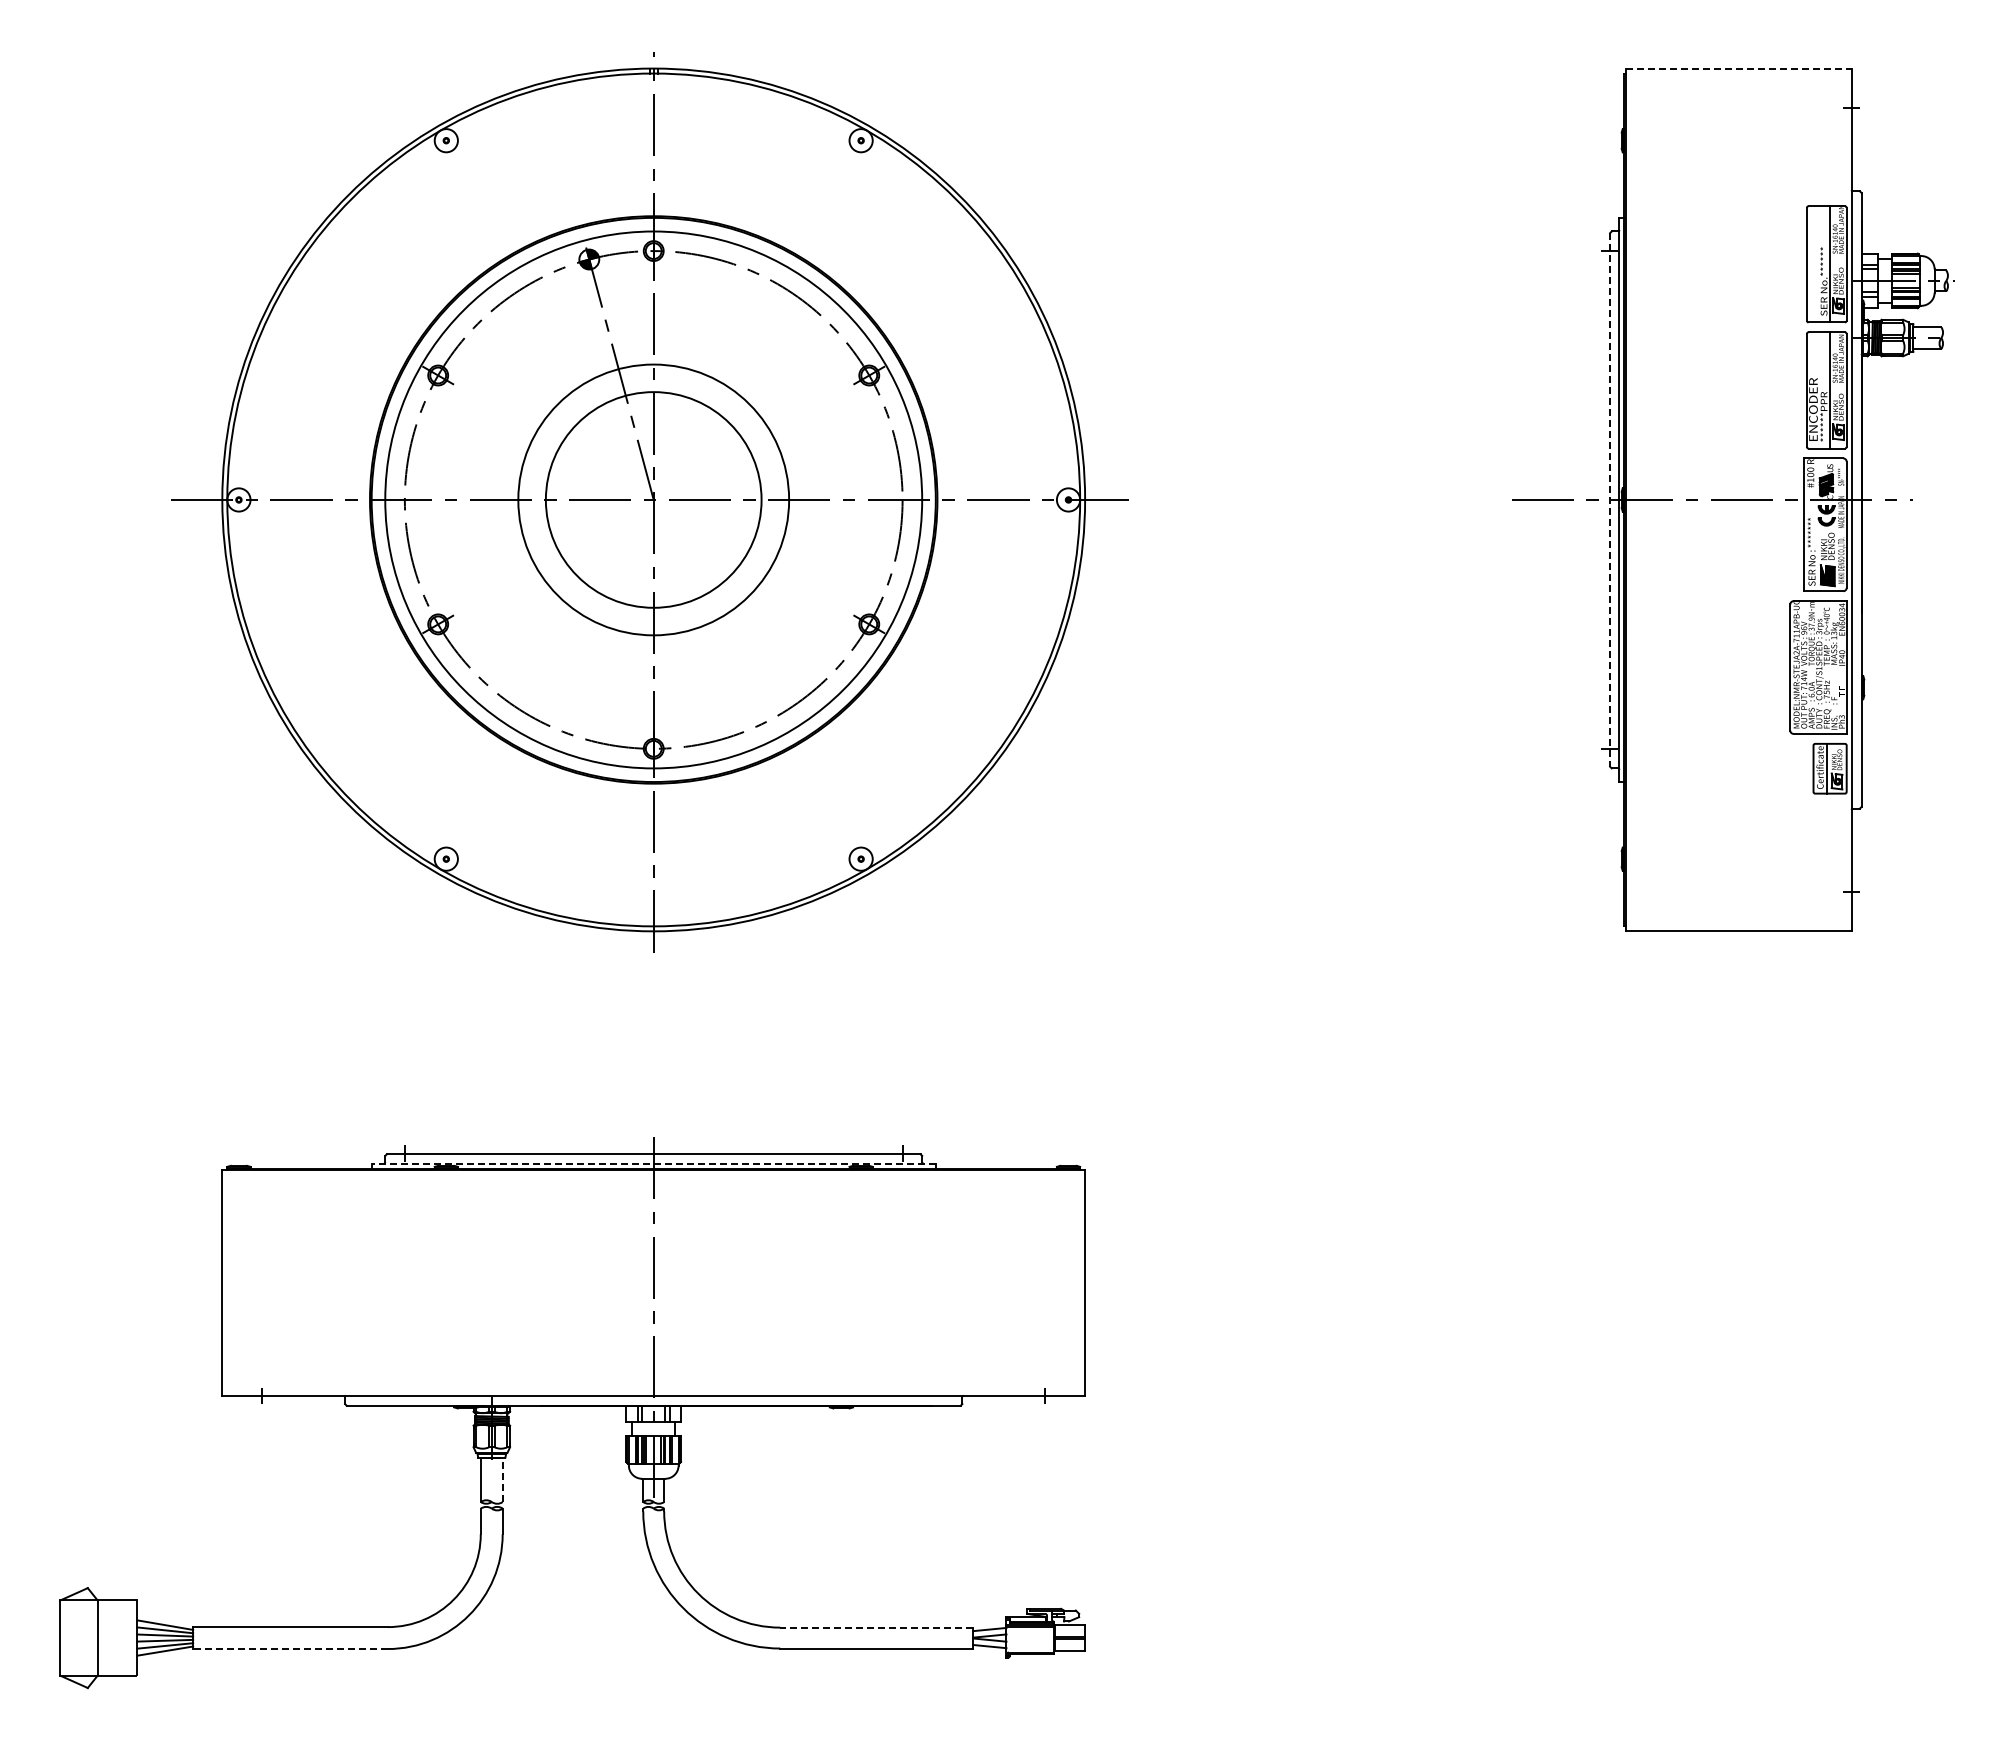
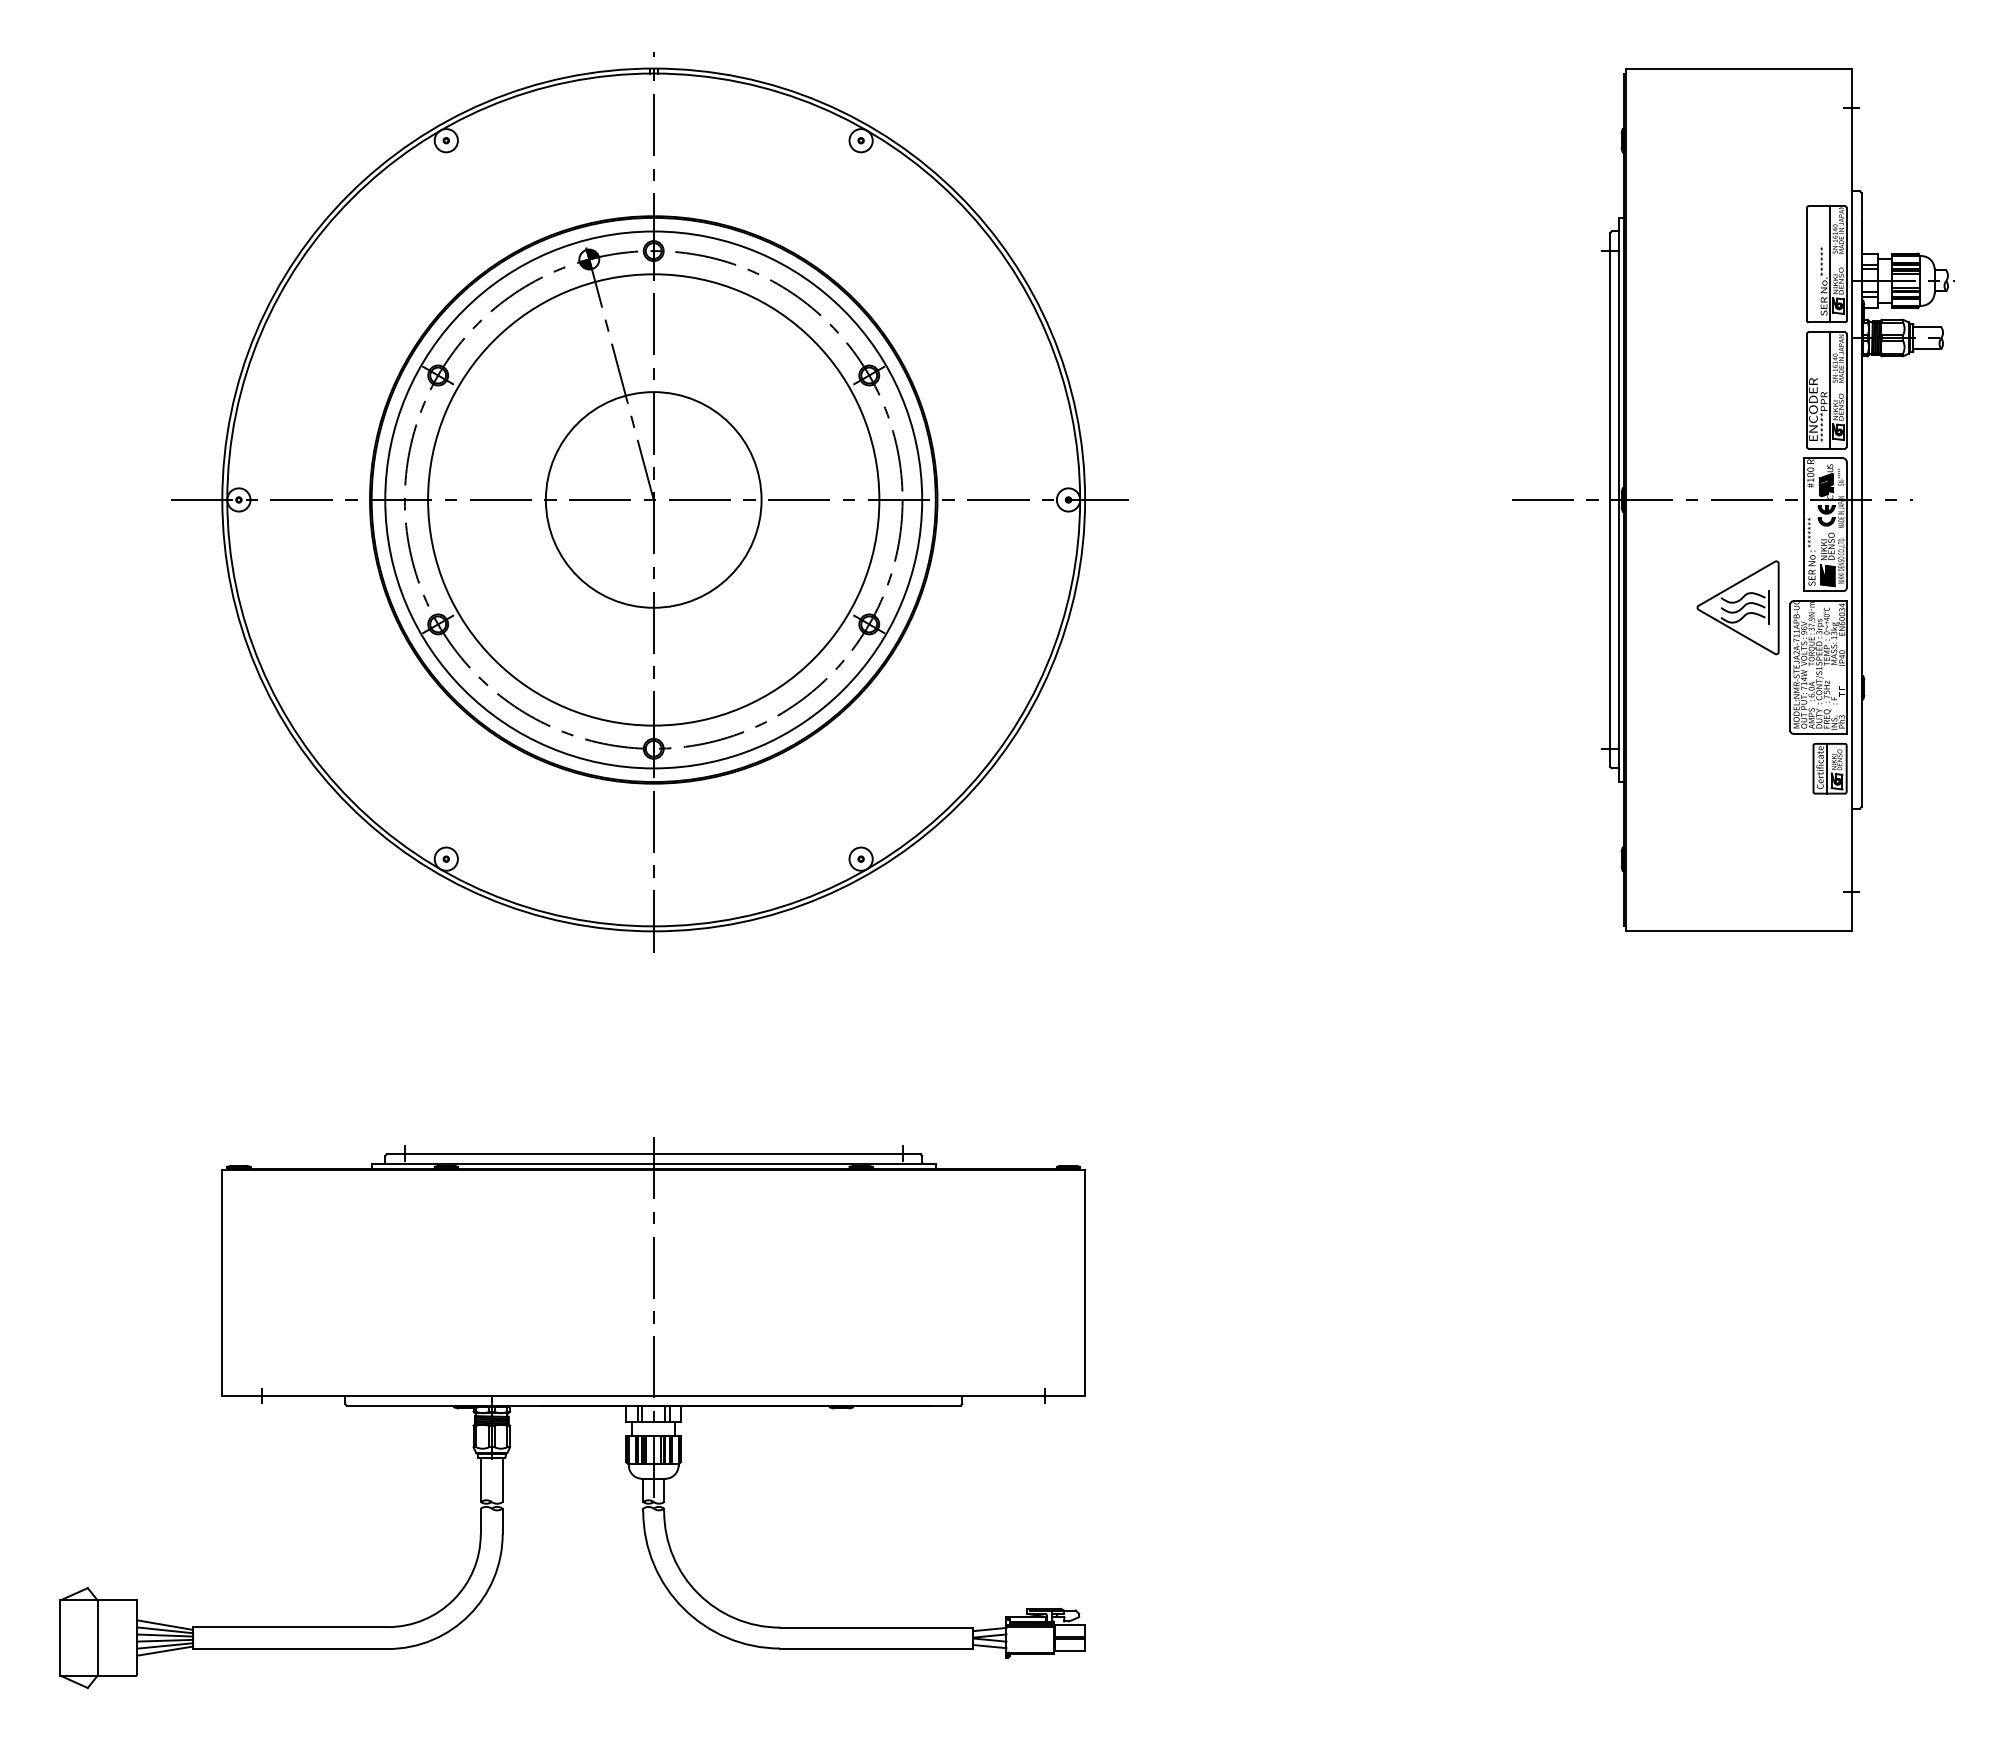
line at (1738, 68): dashed -> solid
circle at (653, 499) diameter: 271 px -> 451 px
line at (1610, 499): dashed -> solid
part at (1737, 607): none -> present
line at (653, 1163): dashed -> solid
line at (502, 1479): dashed -> solid
line at (876, 1627): dashed -> solid
line at (290, 1649): dashed -> solid
